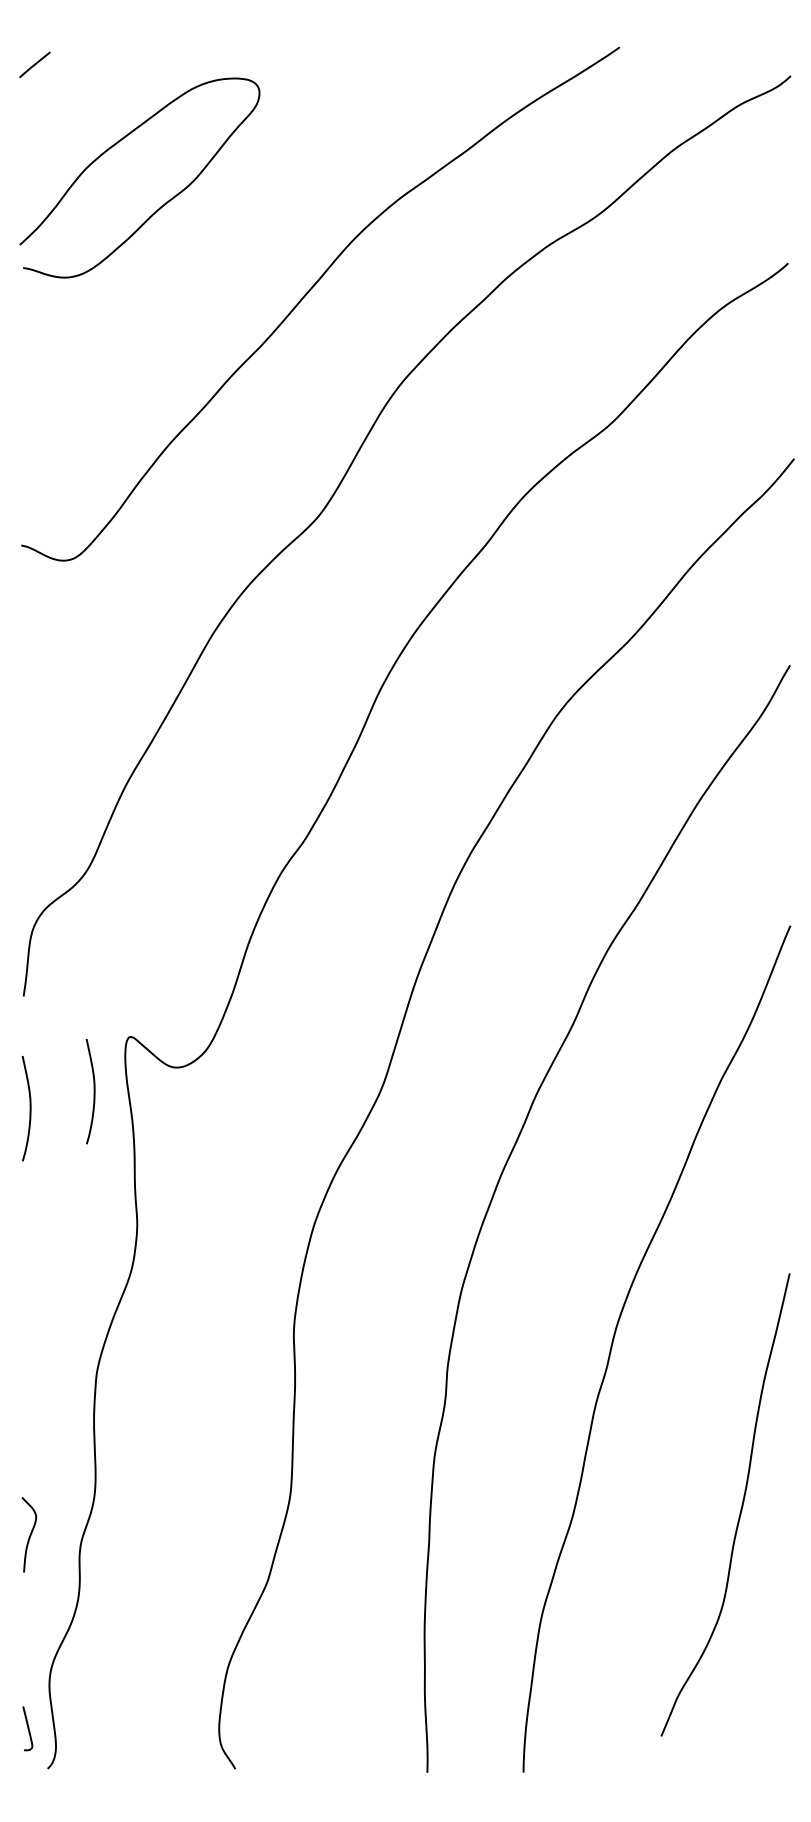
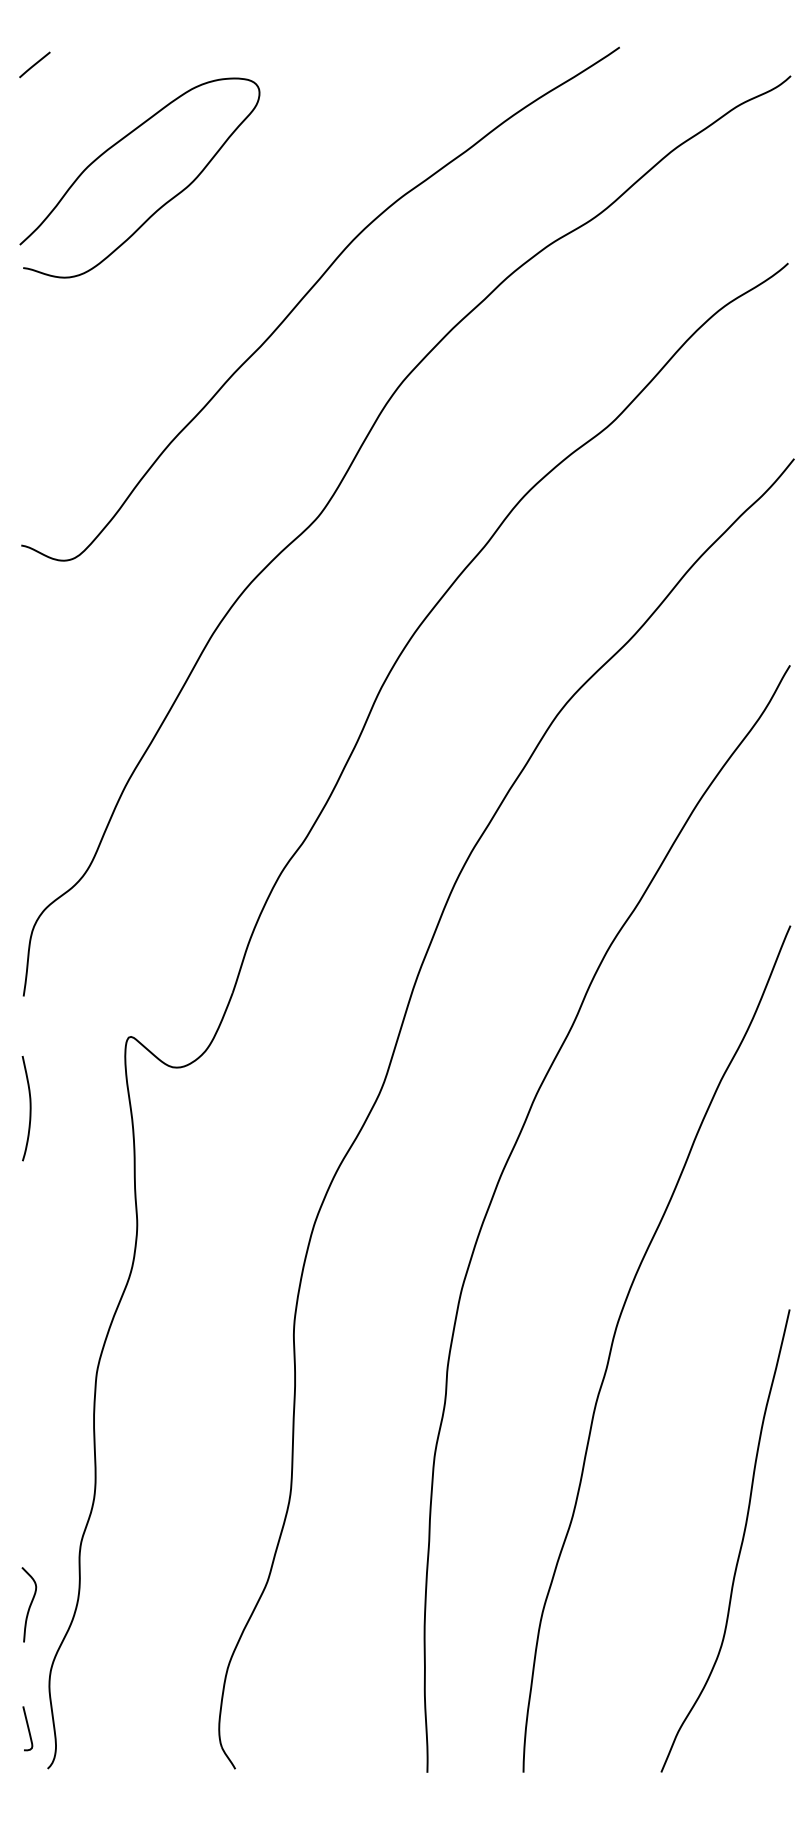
curve at (93, 1091): present -> none
curve at (740, 1508) position: (740, 1508) -> (740, 1544)
curve at (29, 1534) position: (29, 1534) -> (29, 1604)
